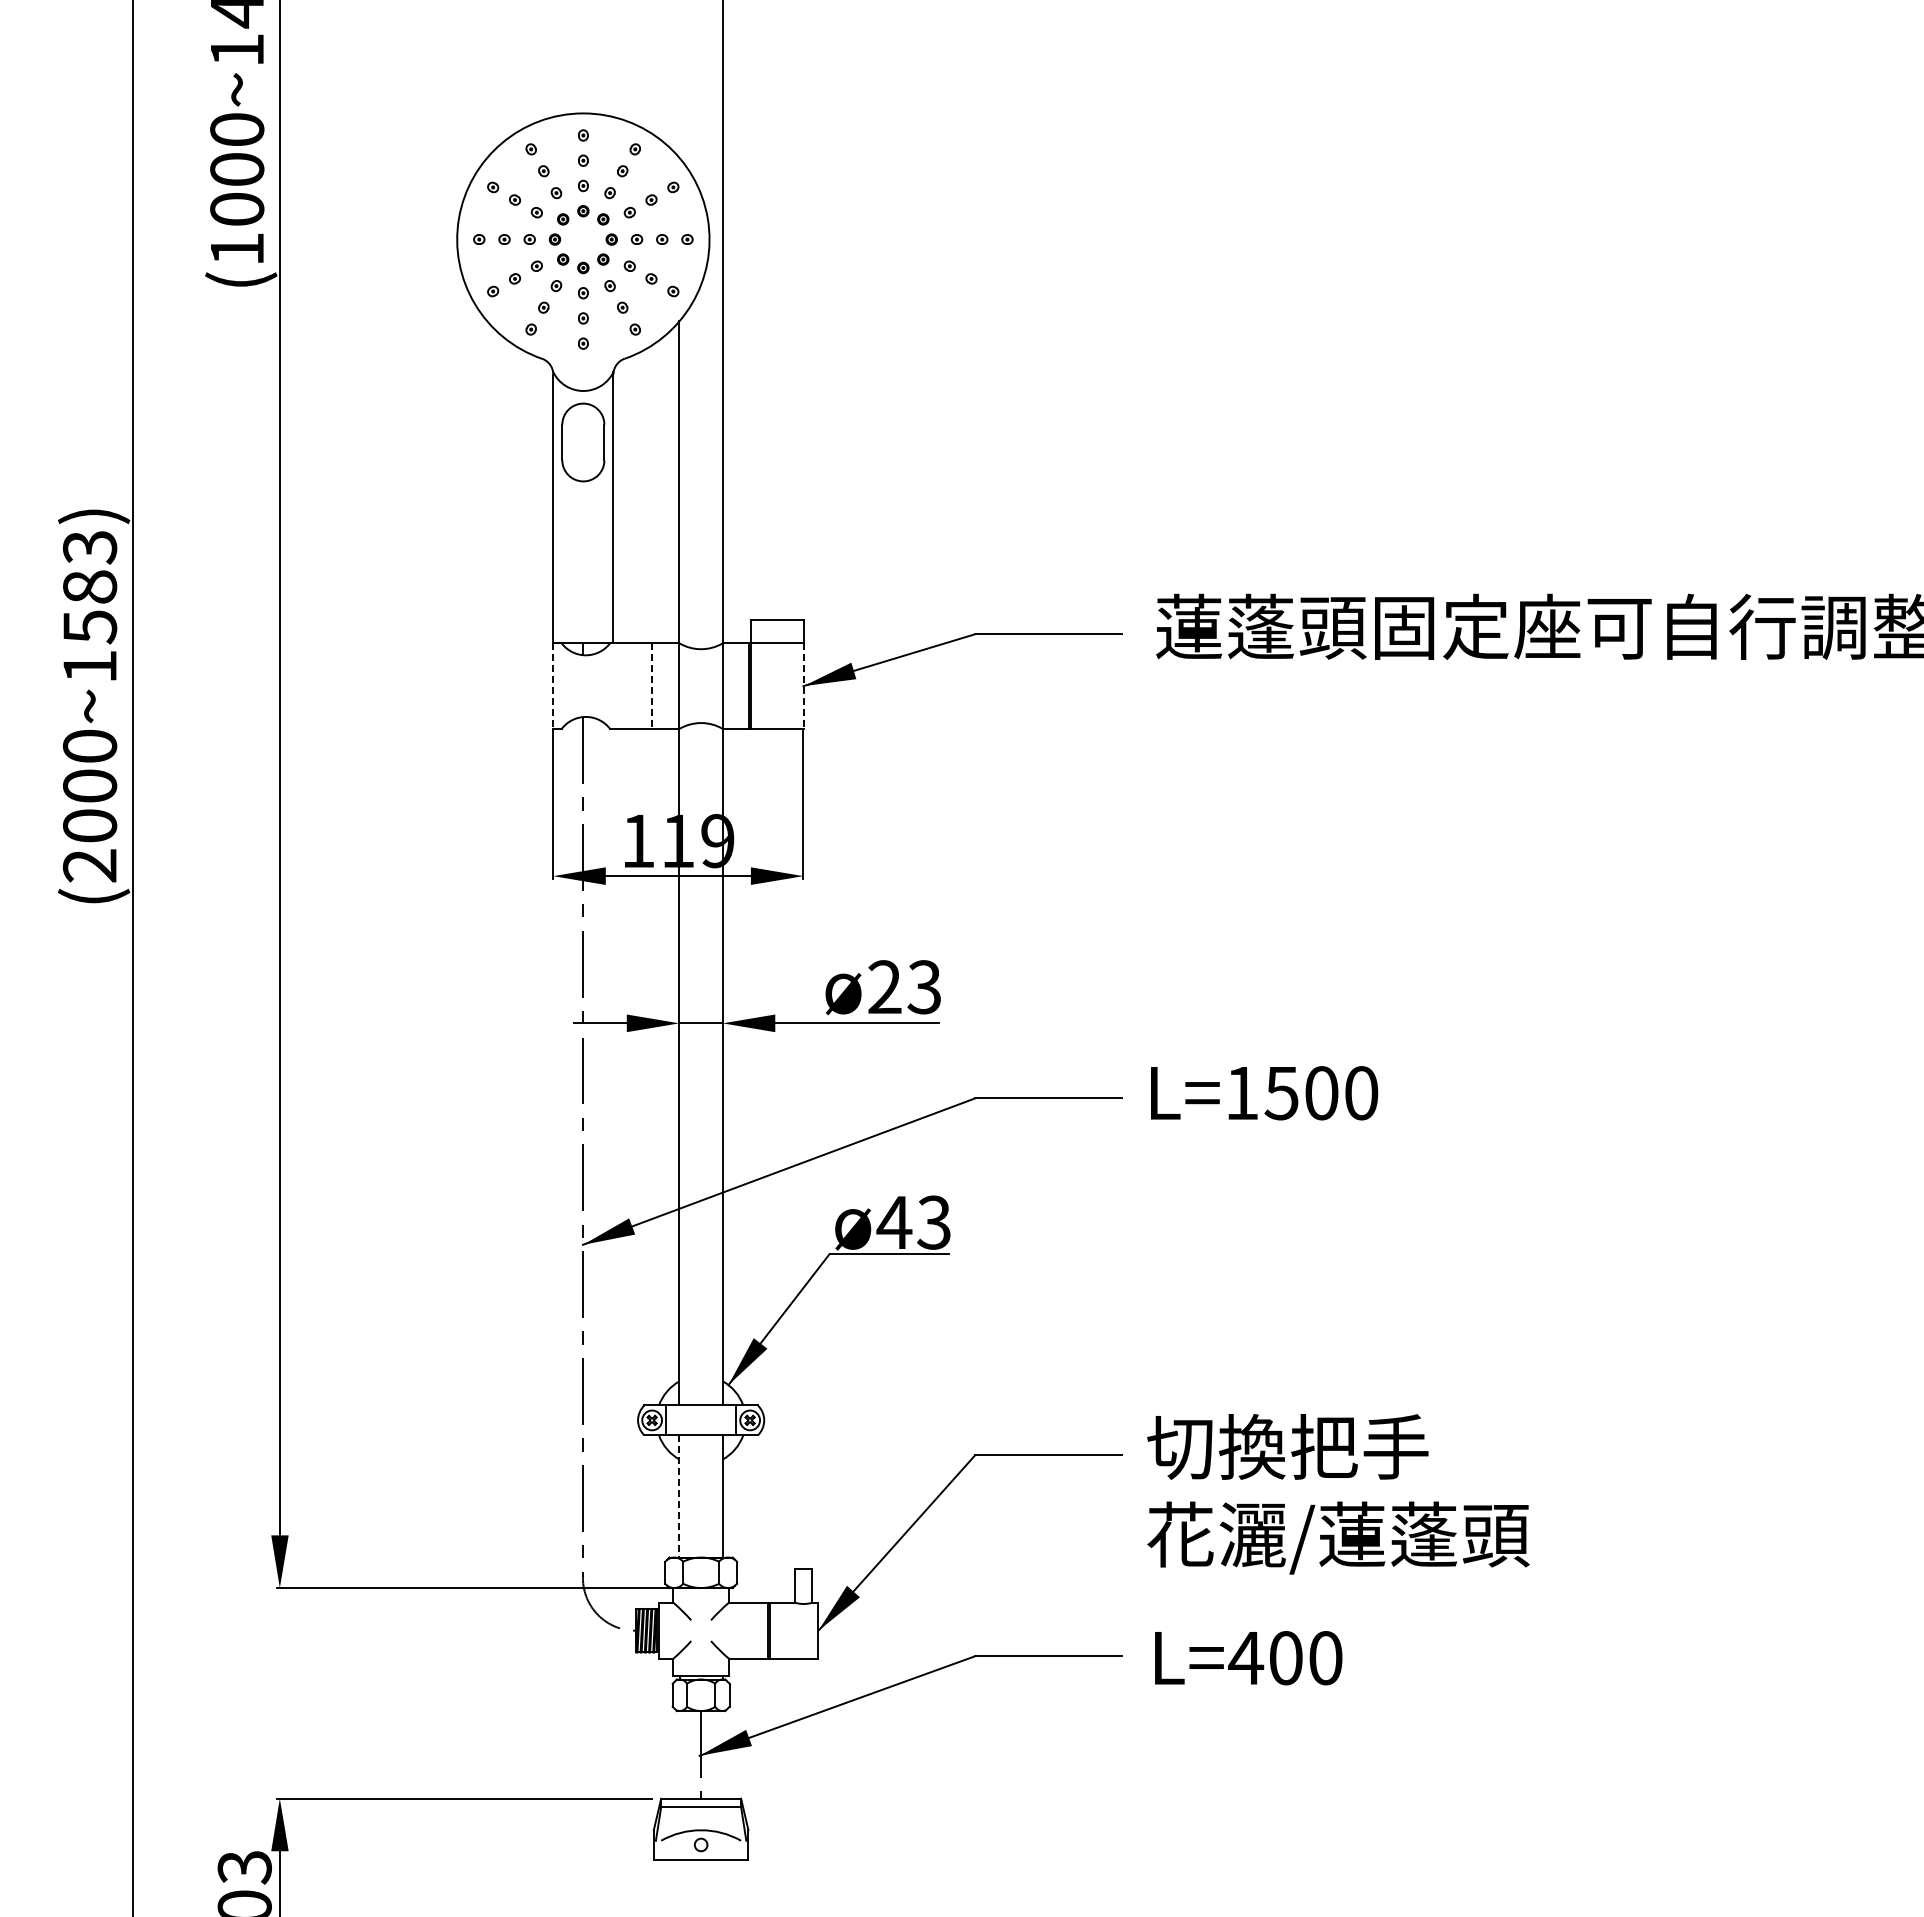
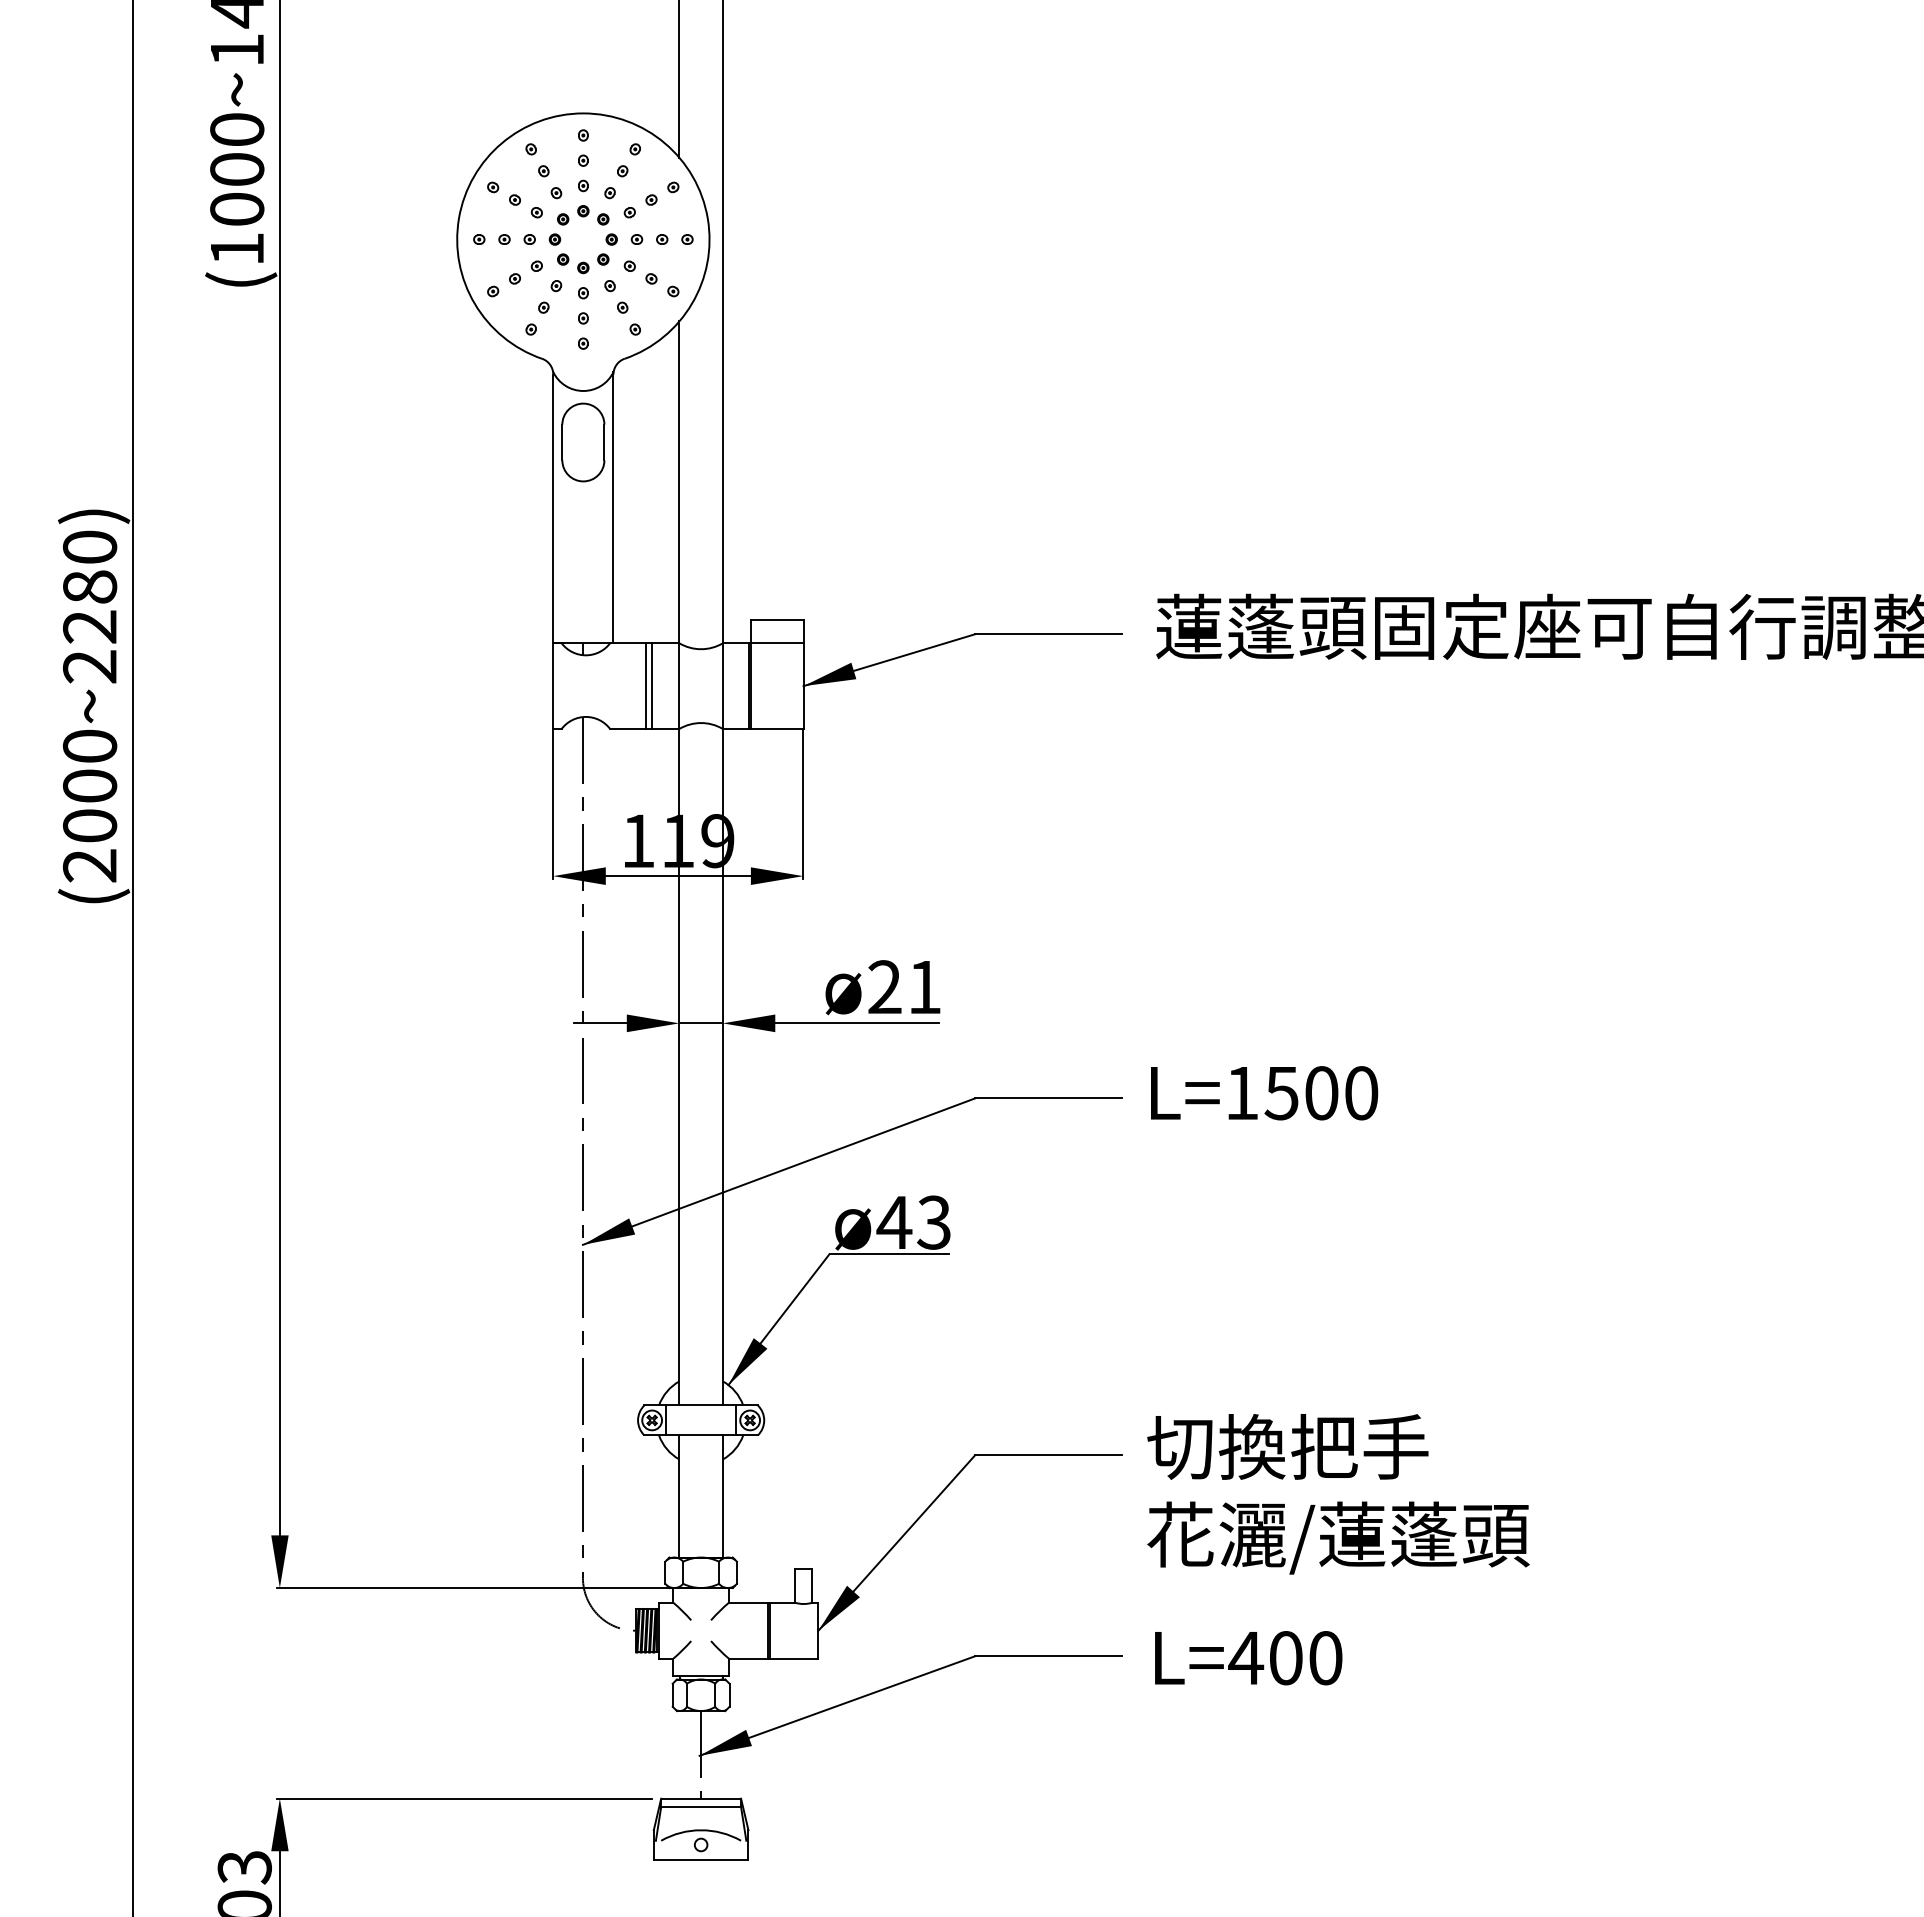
line at (679, 79): none -> present
text at (89, 606): (2000~1583) -> (2000~2280)
line at (645, 685): none -> present
line at (553, 686): dashed -> solid
line at (652, 686): dashed -> solid
line at (803, 686): dashed -> solid
text at (923, 987): ø23 -> ø21
line at (679, 1496): dashed -> solid
